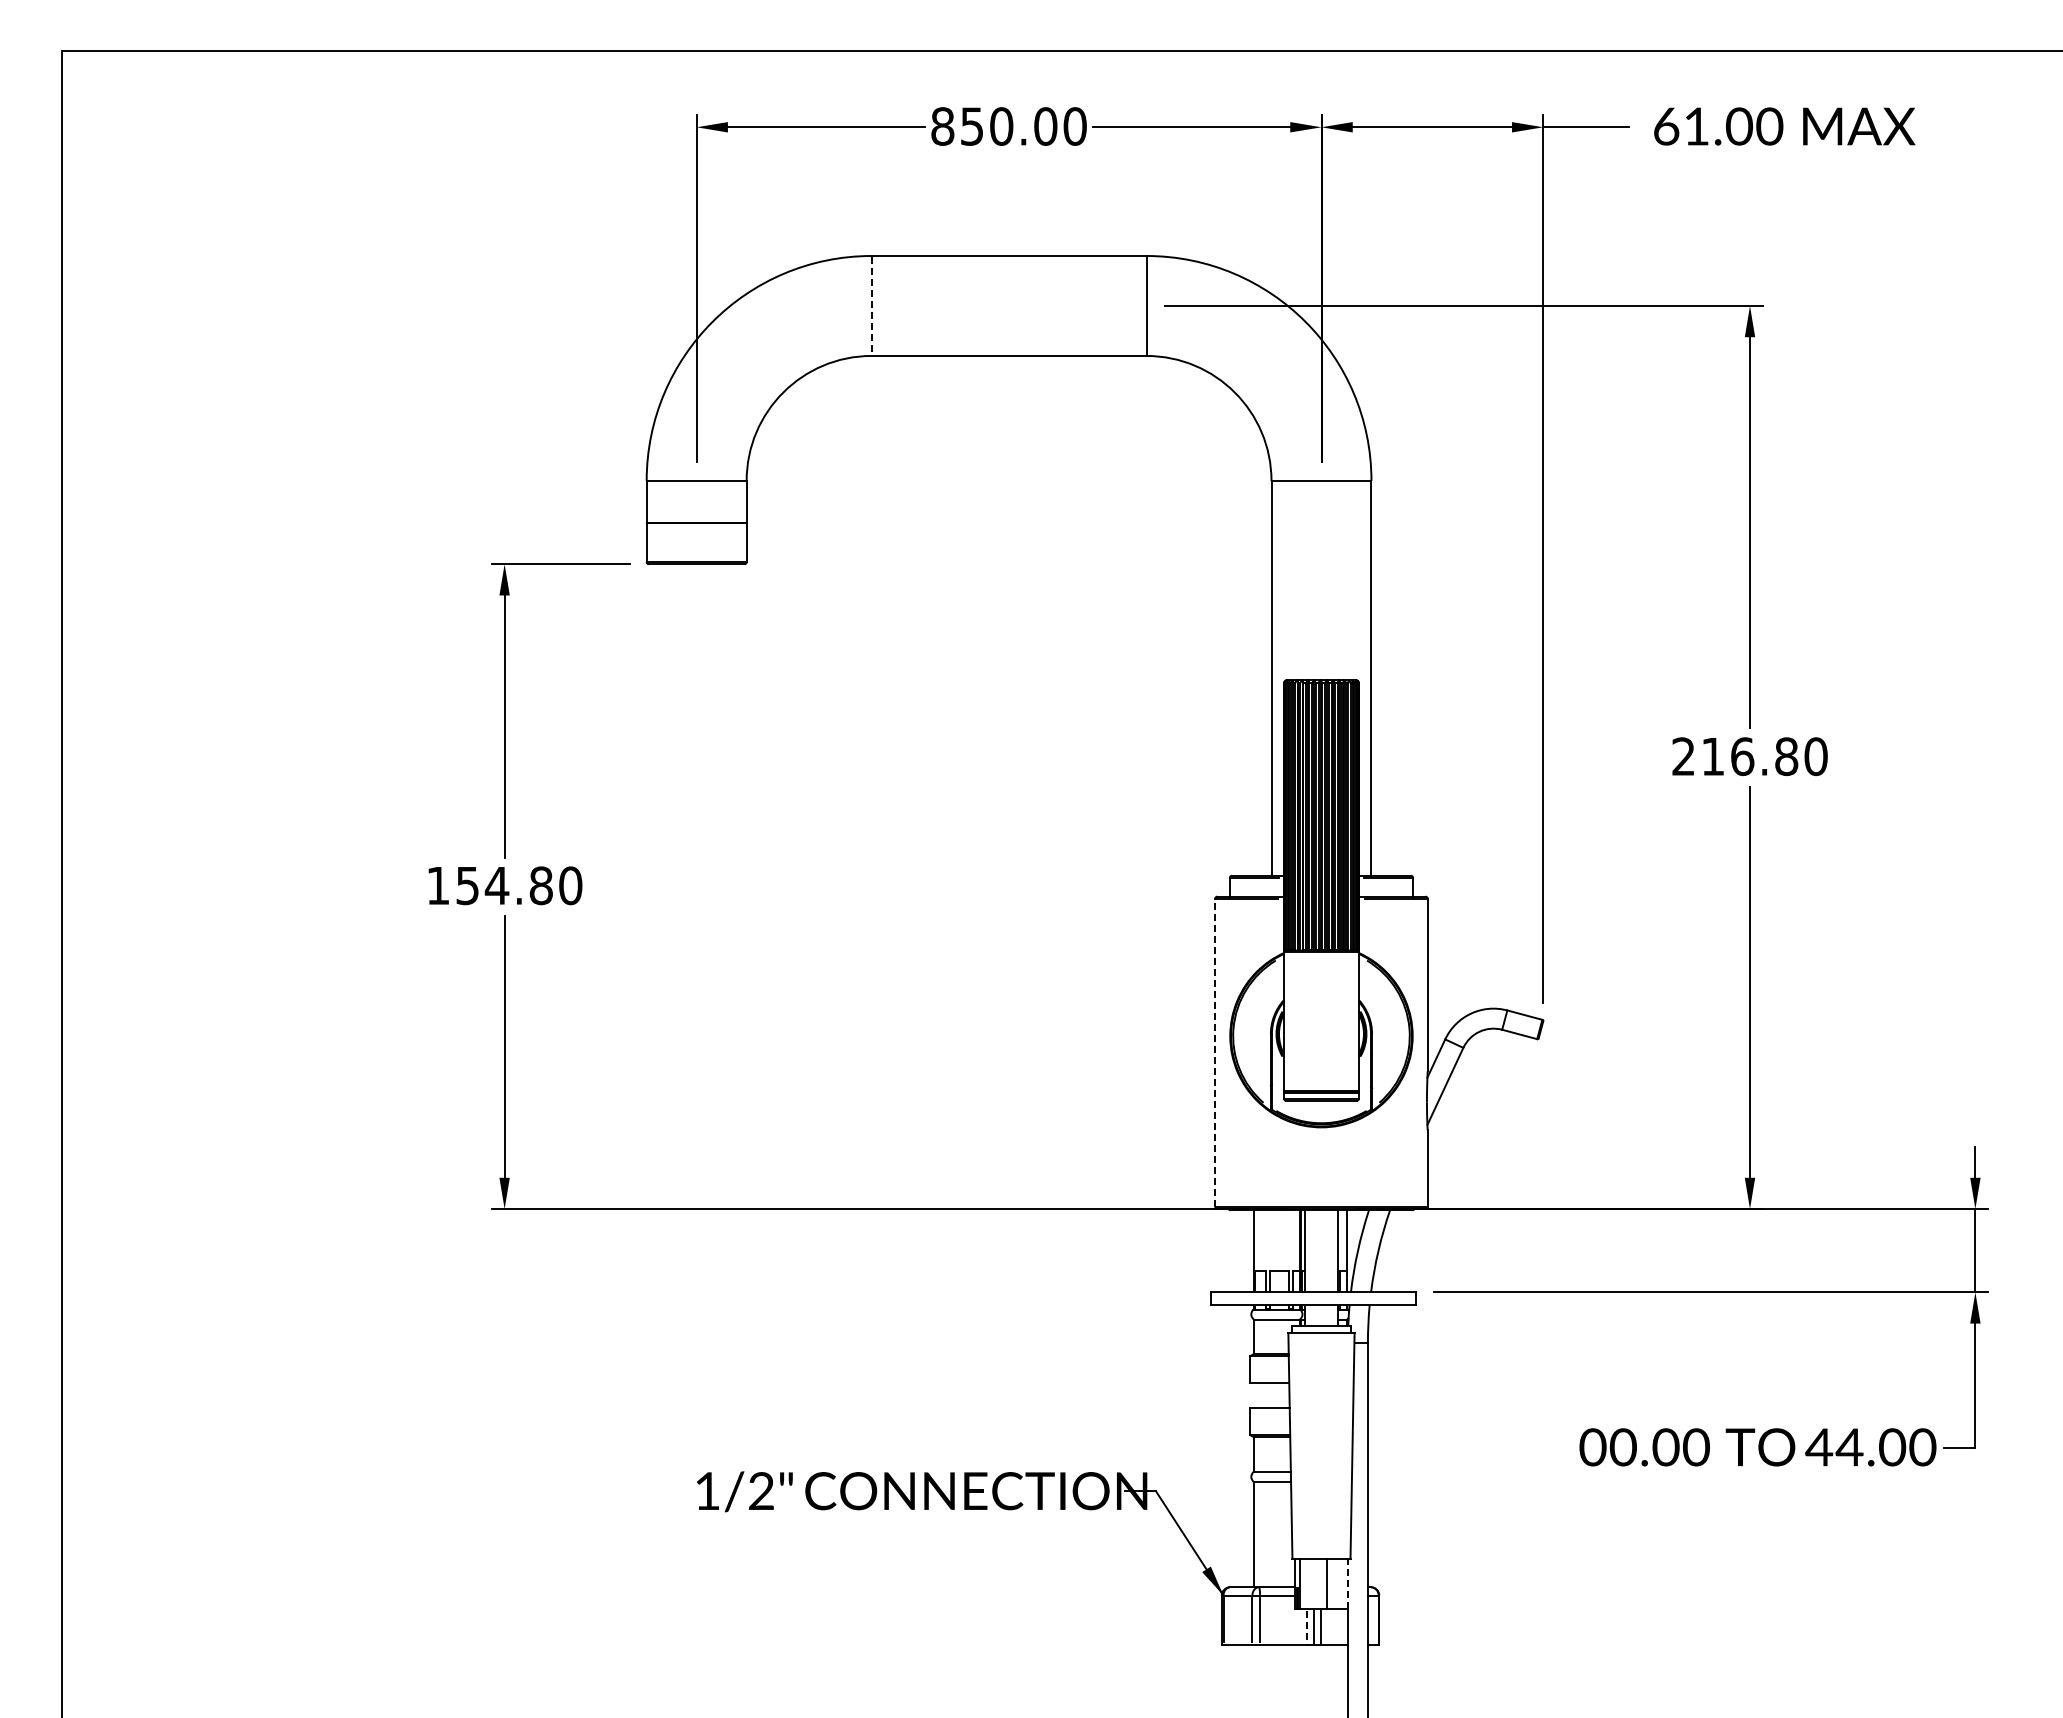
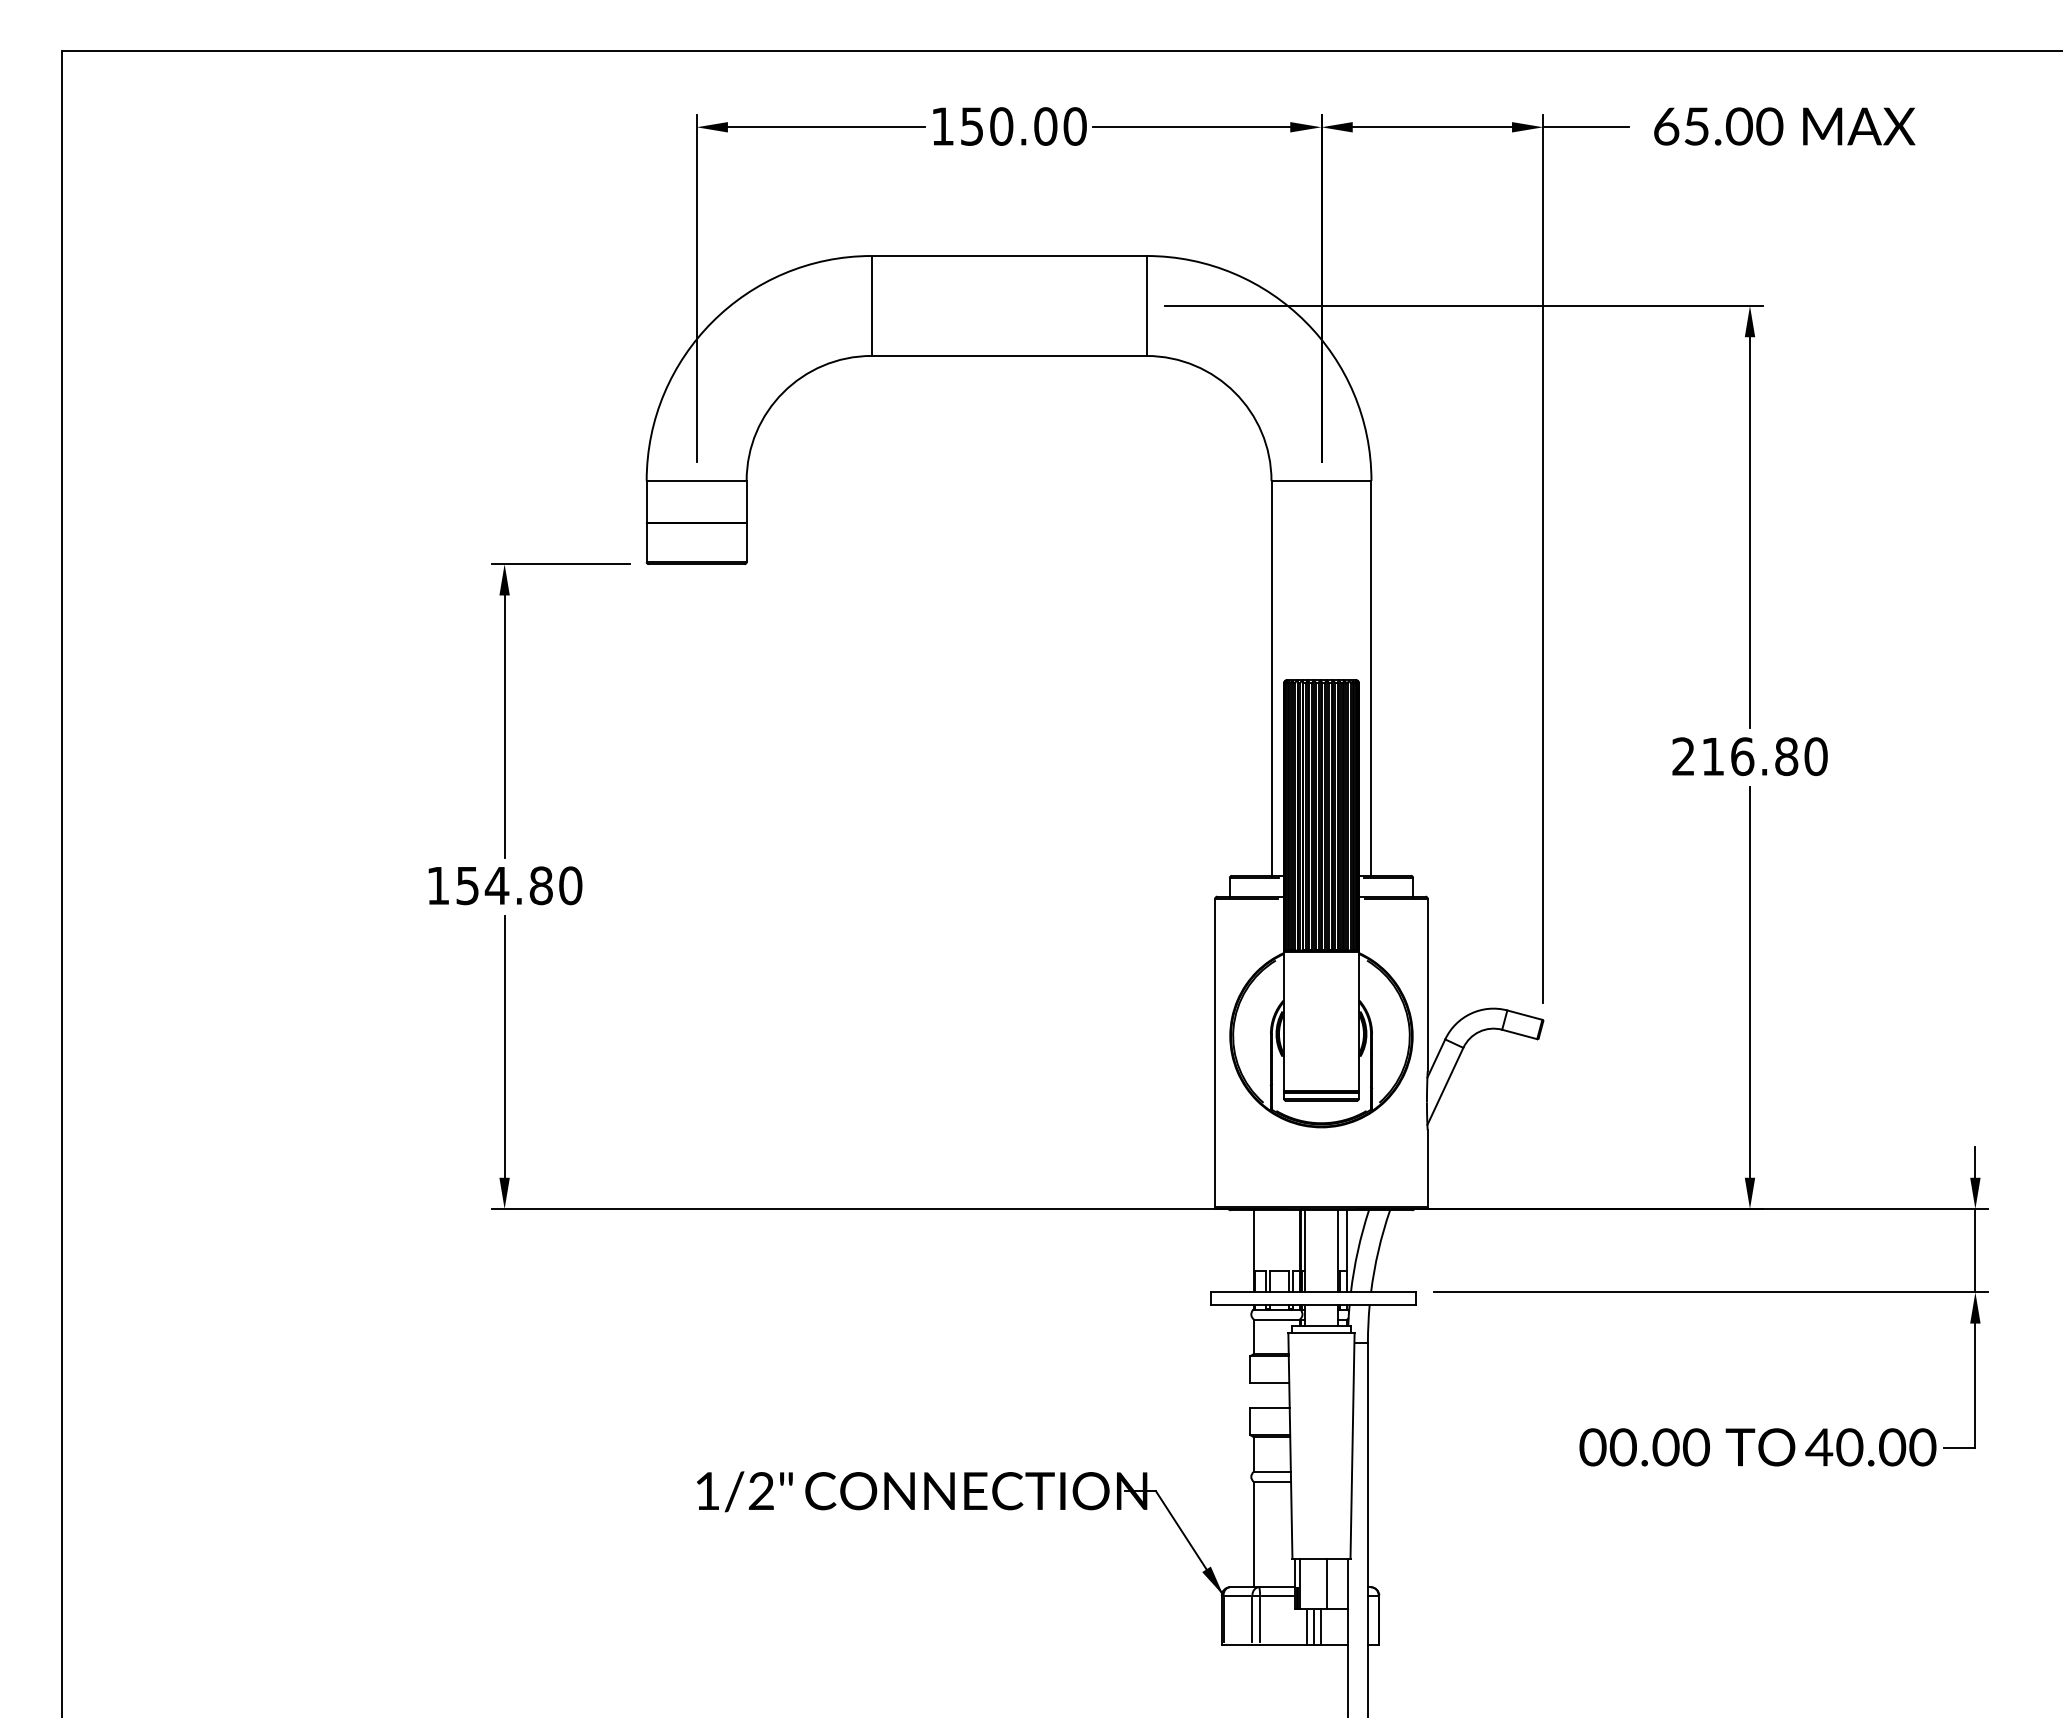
text at (942, 126): 850.00 -> 150.00
text at (1696, 126): 61.00 -> 65.00
line at (871, 306): dashed -> solid
line at (1215, 1052): dashed -> solid
text at (1849, 1447): 44.00 -> 40.00
line at (1348, 1583): dashed -> solid
line at (1306, 1627): dashed -> solid
